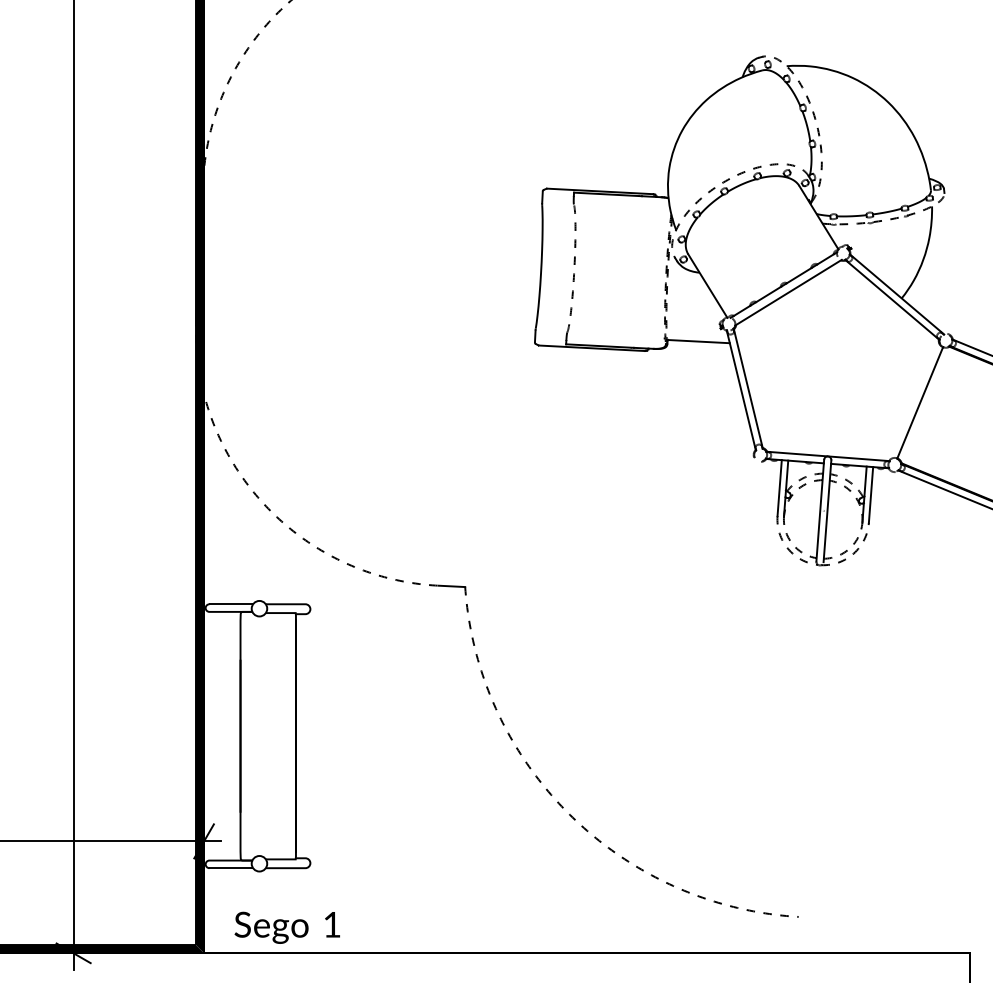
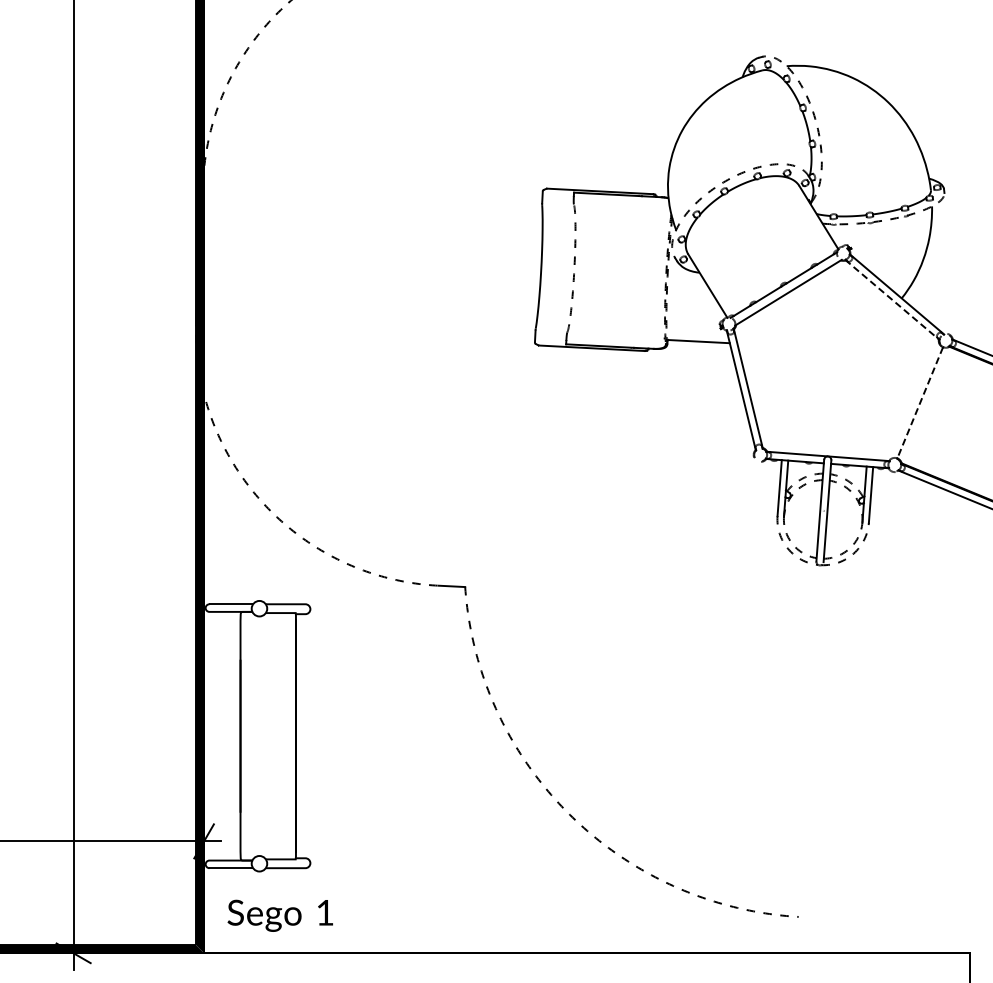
line at (892, 299): solid -> dashed
line at (920, 403): solid -> dashed
text at (286, 927) position: (286, 927) -> (279, 915)
